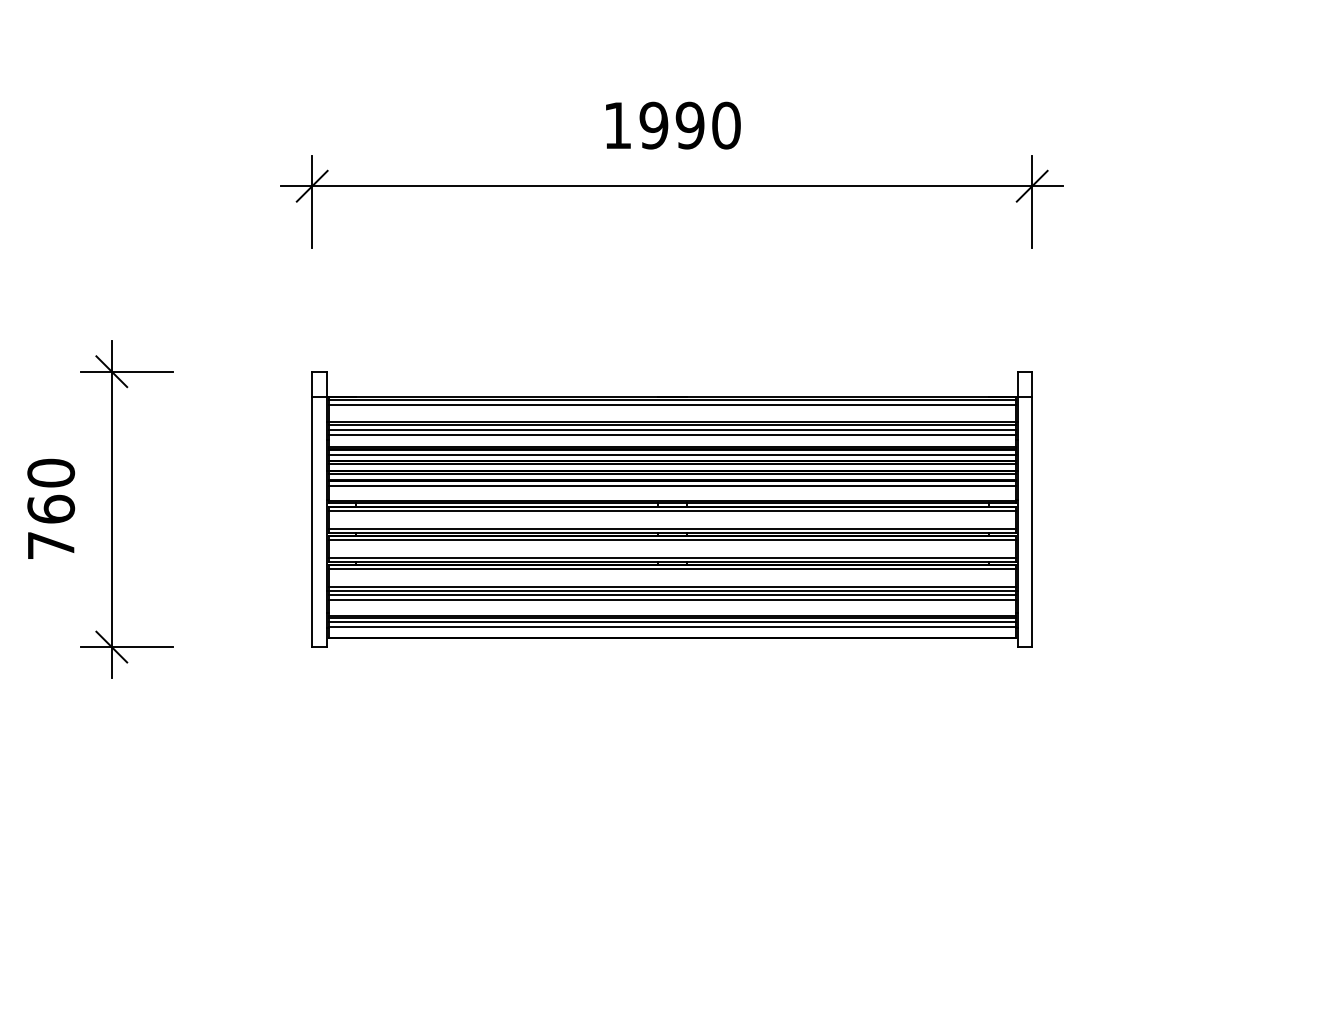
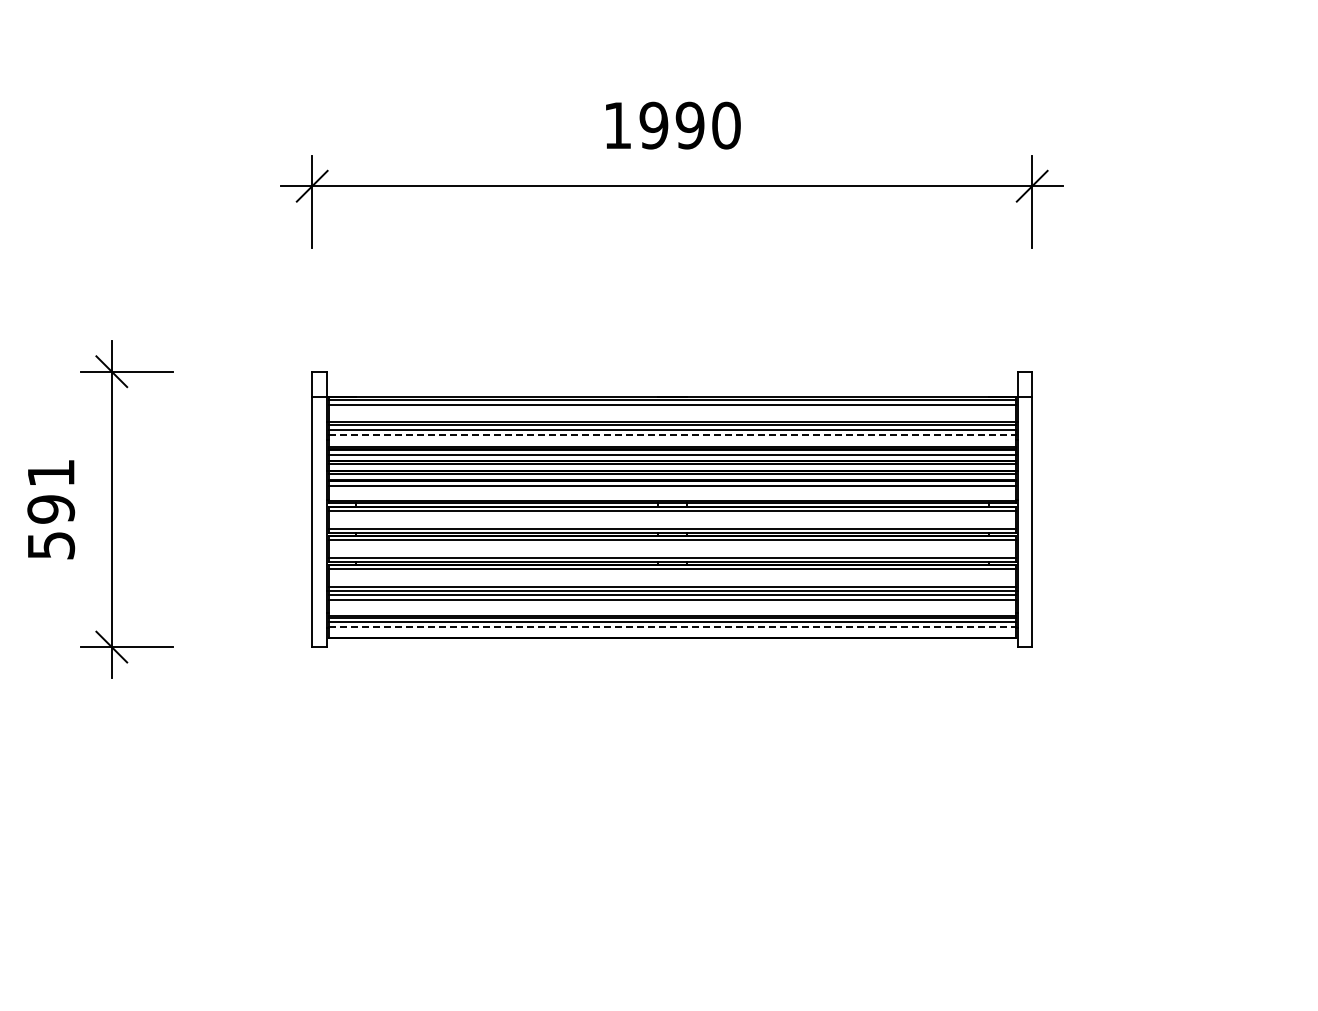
line at (672, 434): solid -> dashed
text at (51, 508): 760 -> 591
line at (672, 627): solid -> dashed
